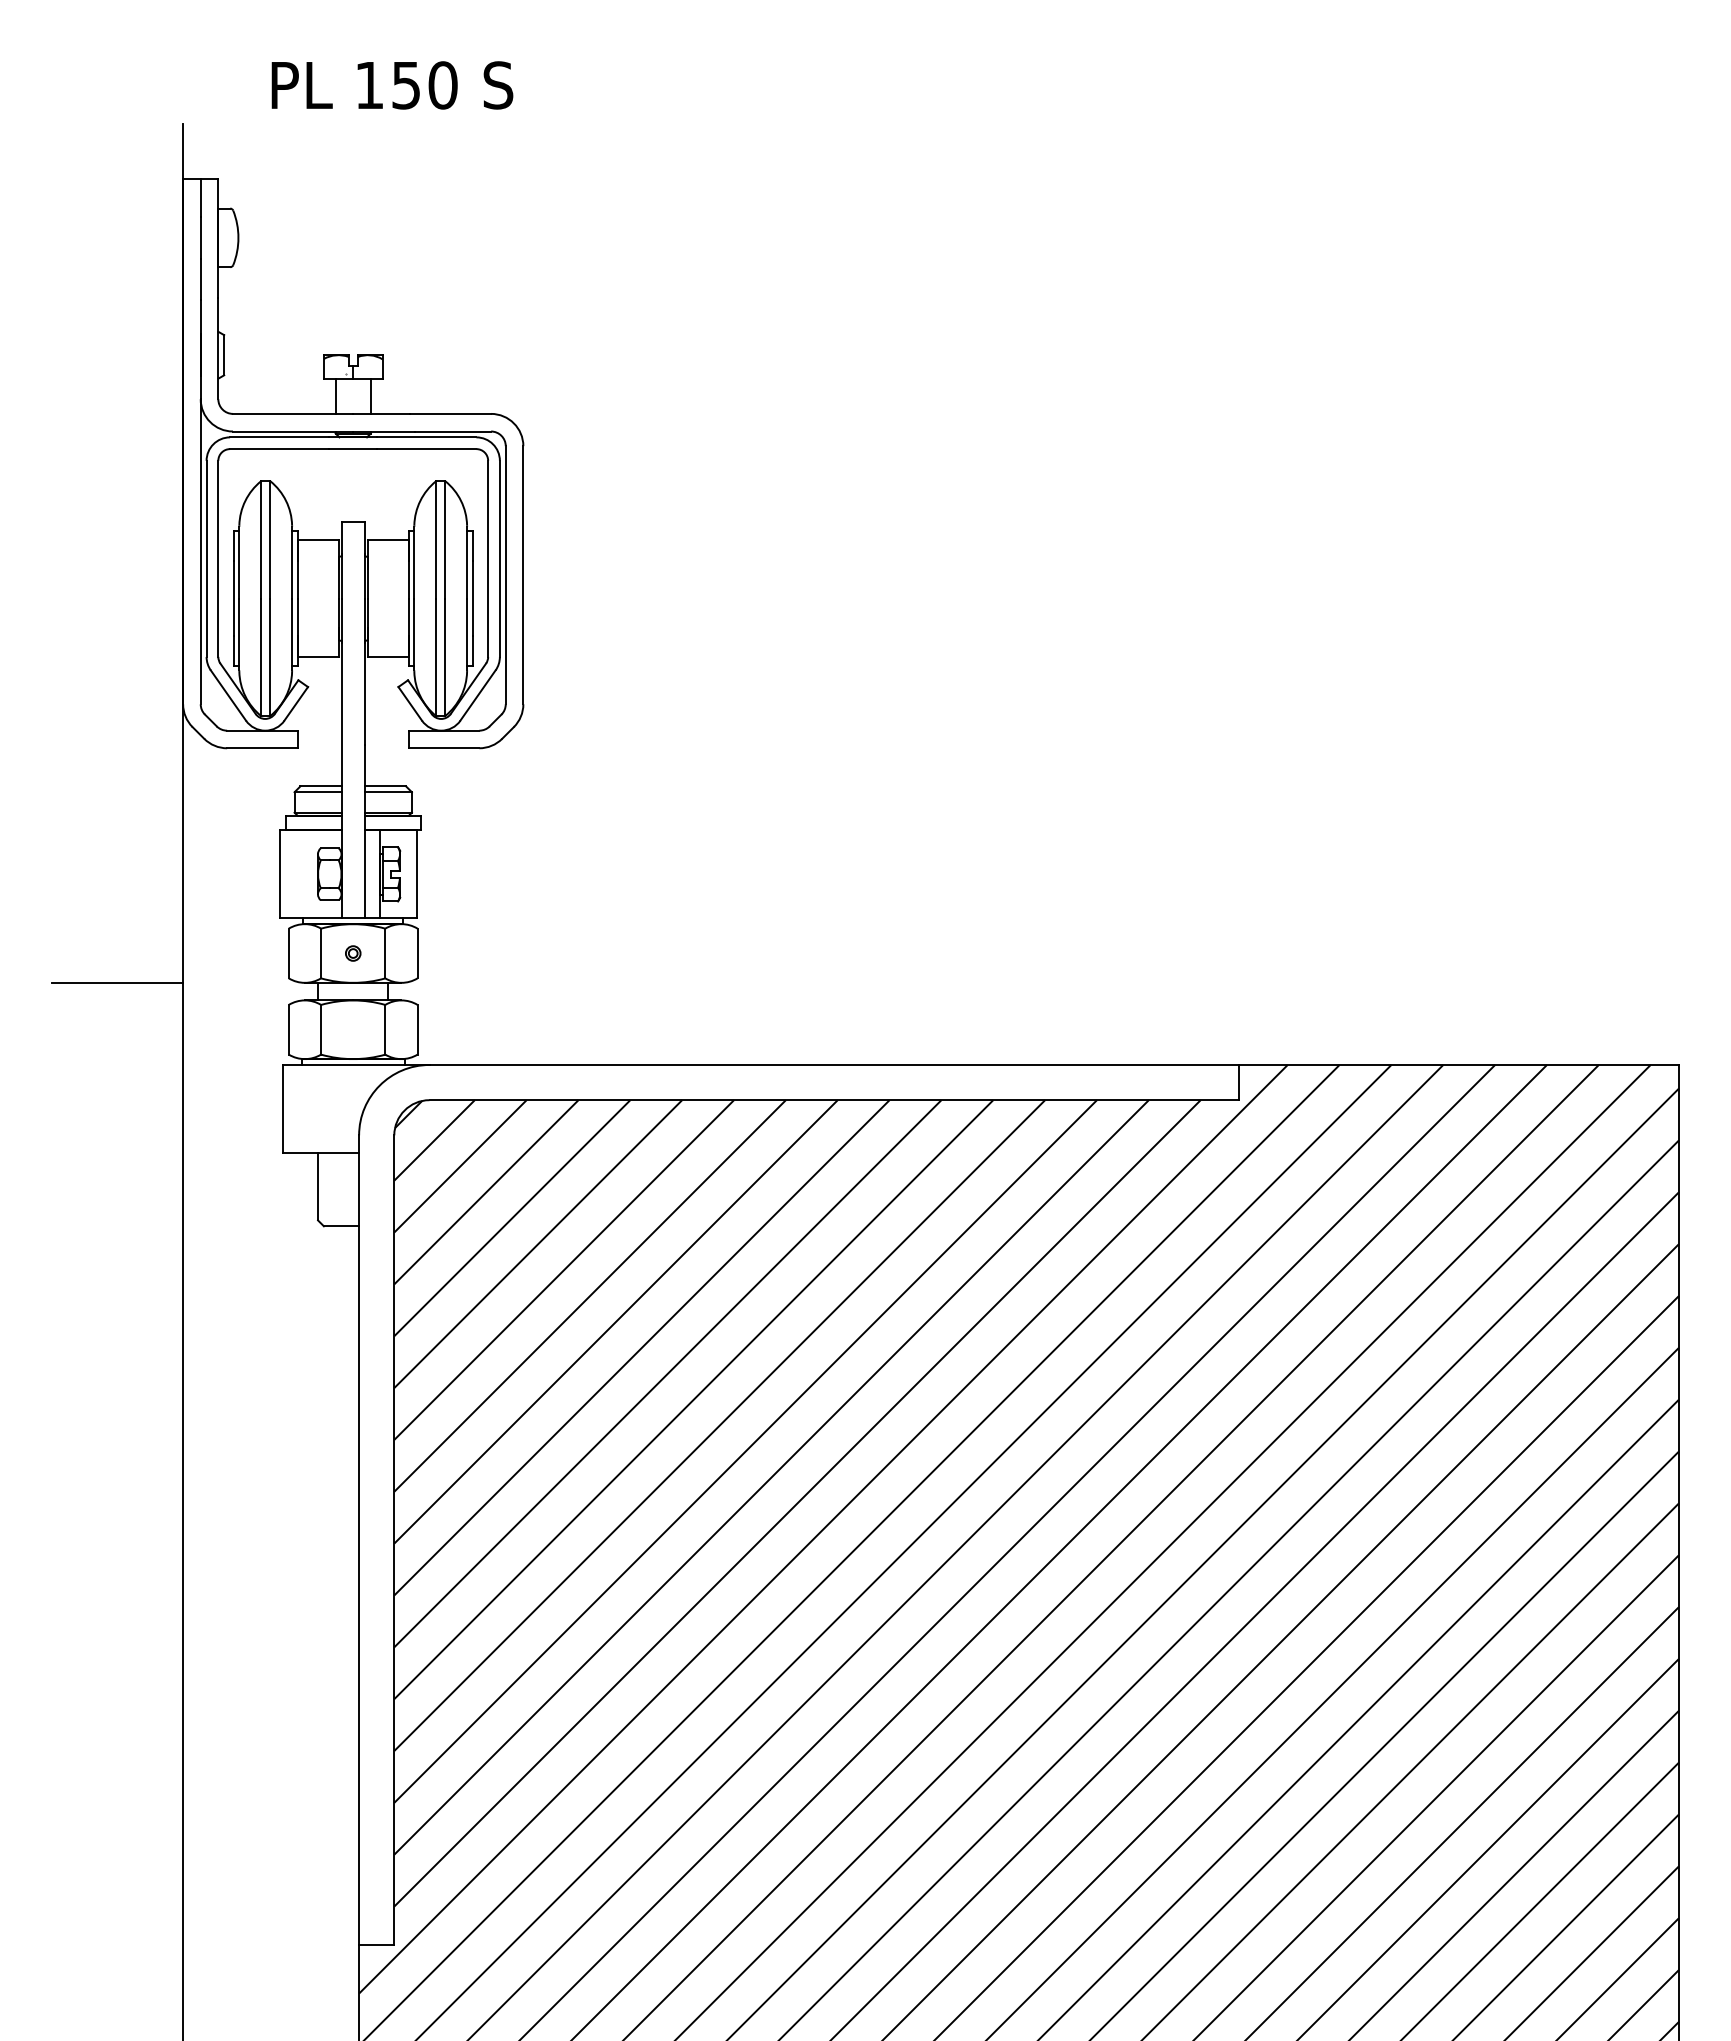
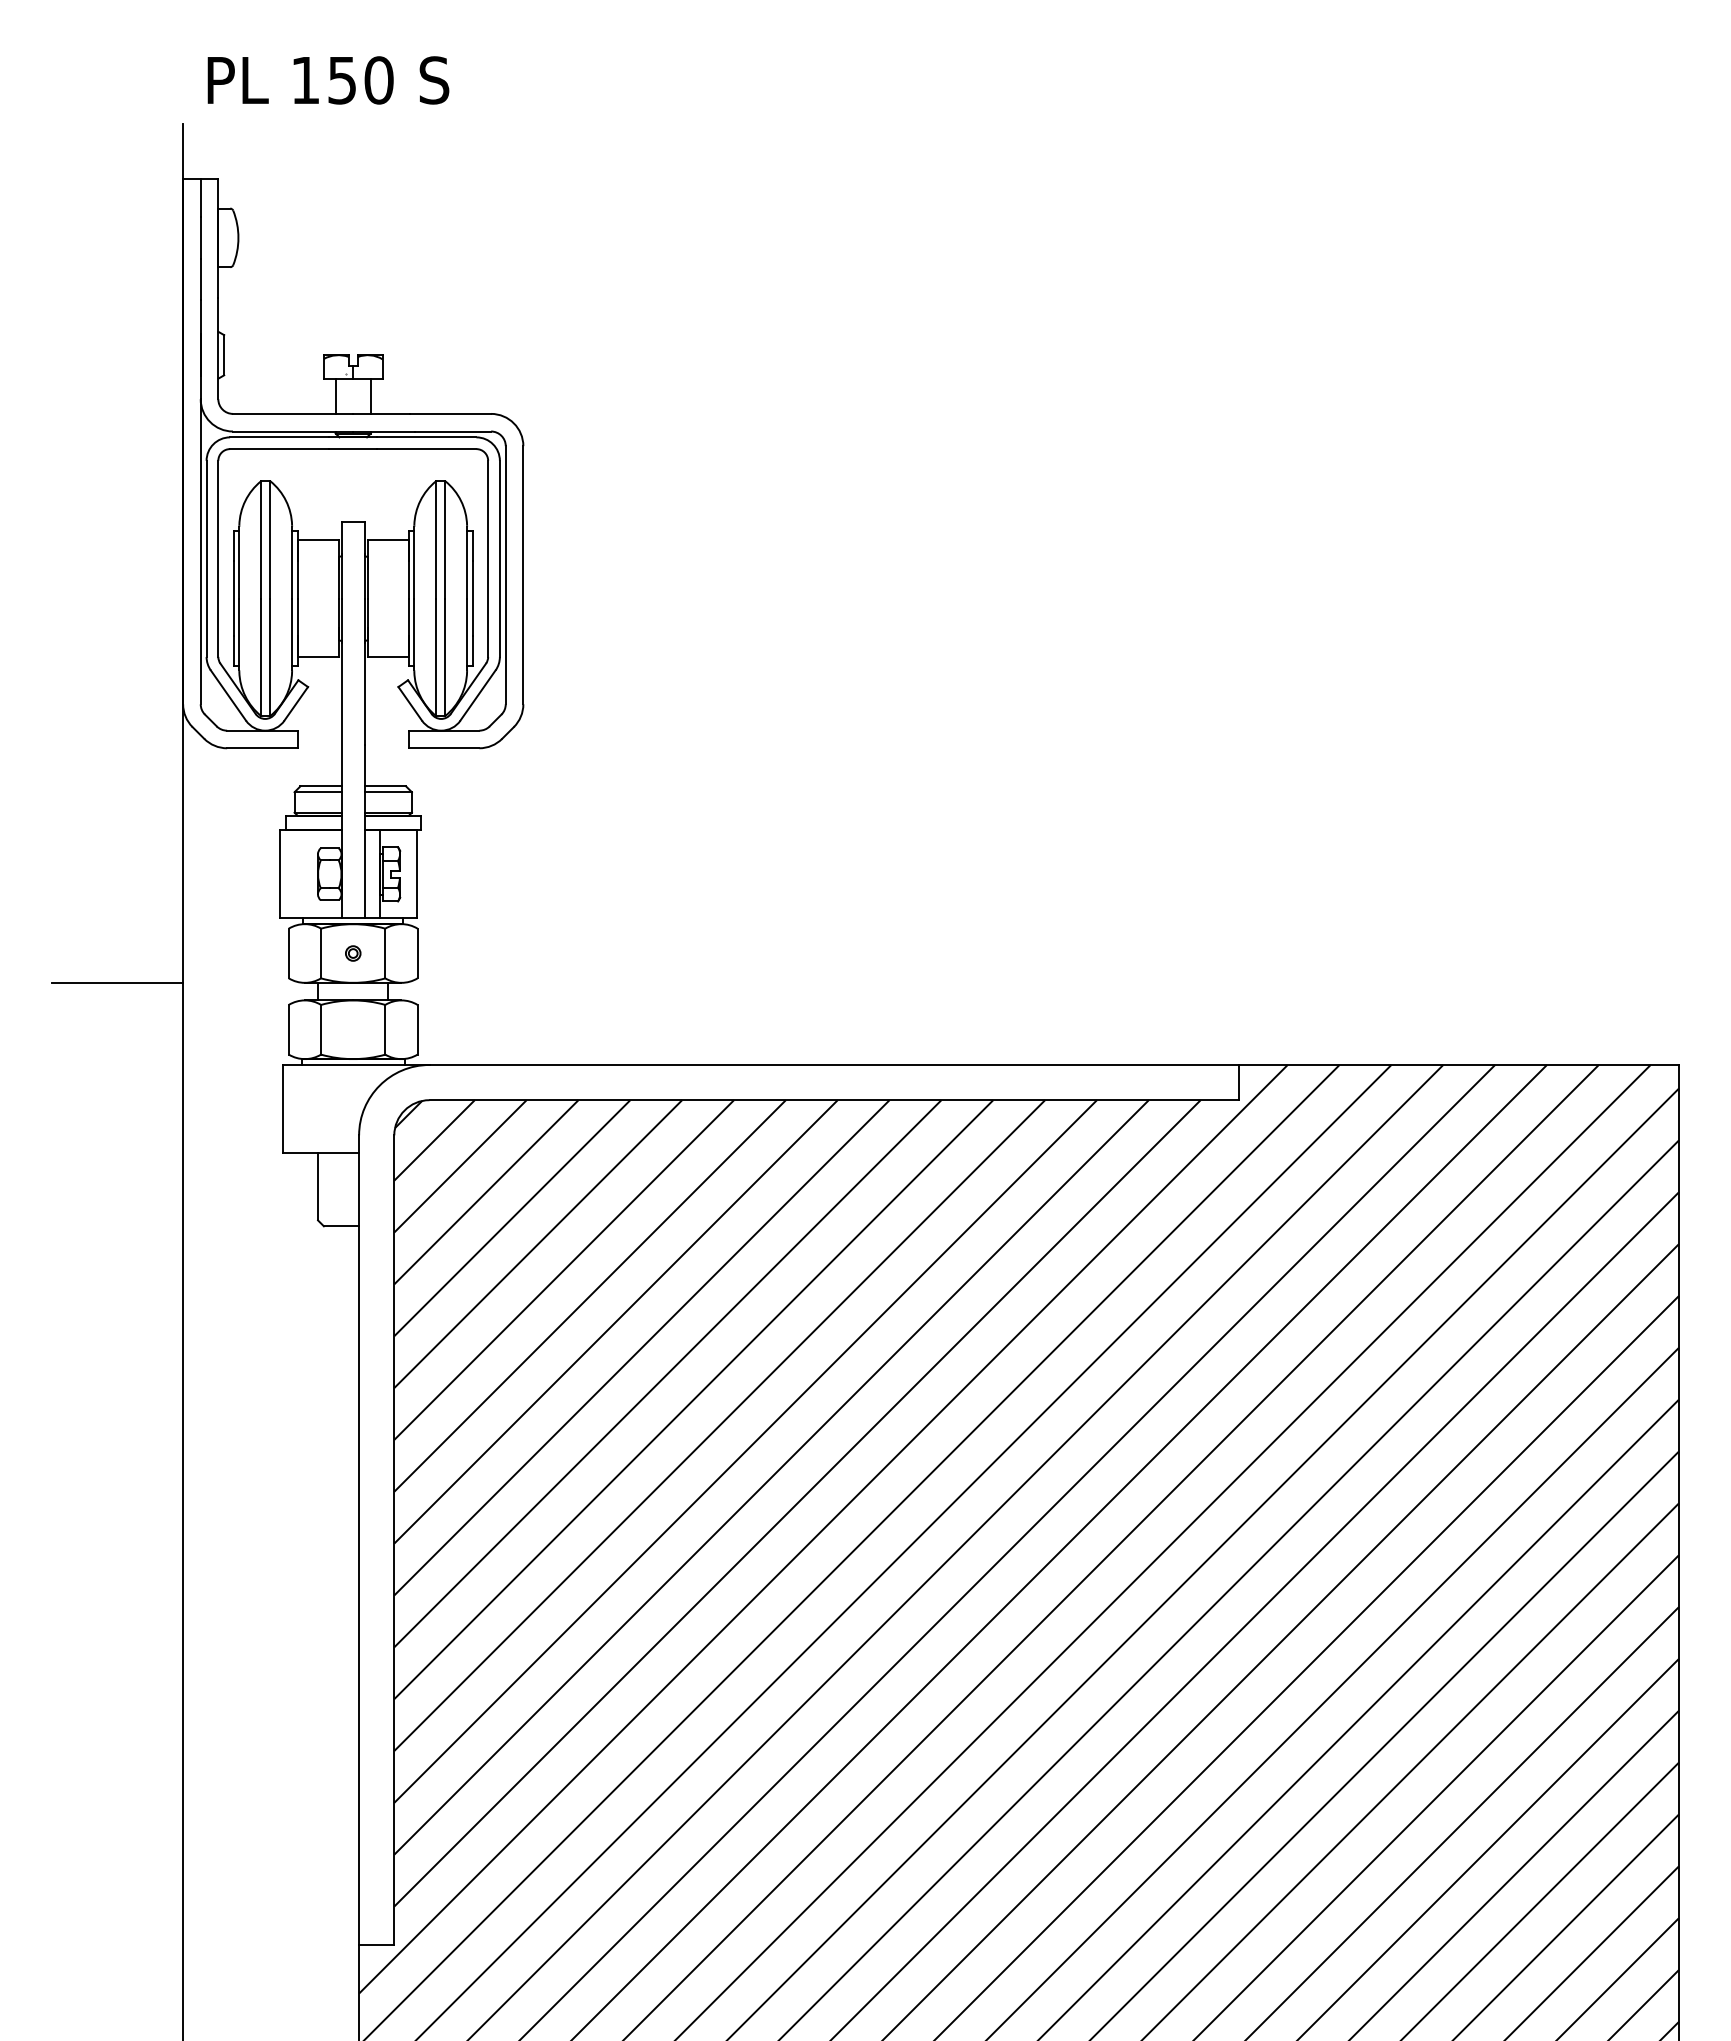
text at (392, 85) position: (392, 85) -> (328, 80)
